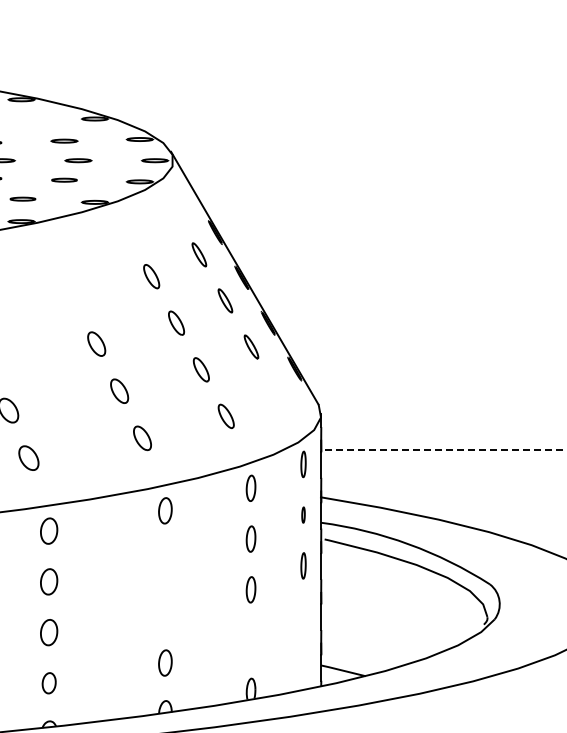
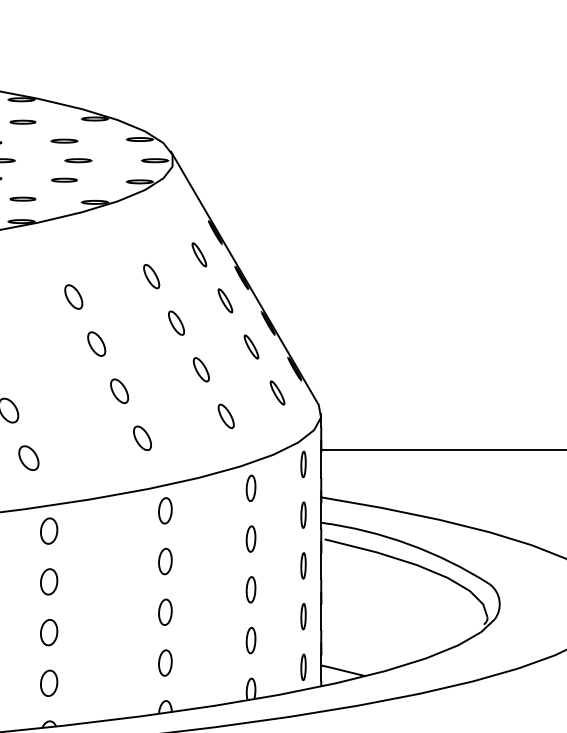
part at (22, 121): none -> present
part at (73, 296): none -> present
part at (277, 392): none -> present
line at (444, 450): dashed -> solid
part at (303, 514) size: 5x18 px -> 7x28 px
part at (165, 561): none -> present
part at (165, 611): none -> present
part at (303, 616): none -> present
part at (250, 640): none -> present
part at (303, 666): none -> present
part at (48, 683) size: 16x23 px -> 19x28 px
